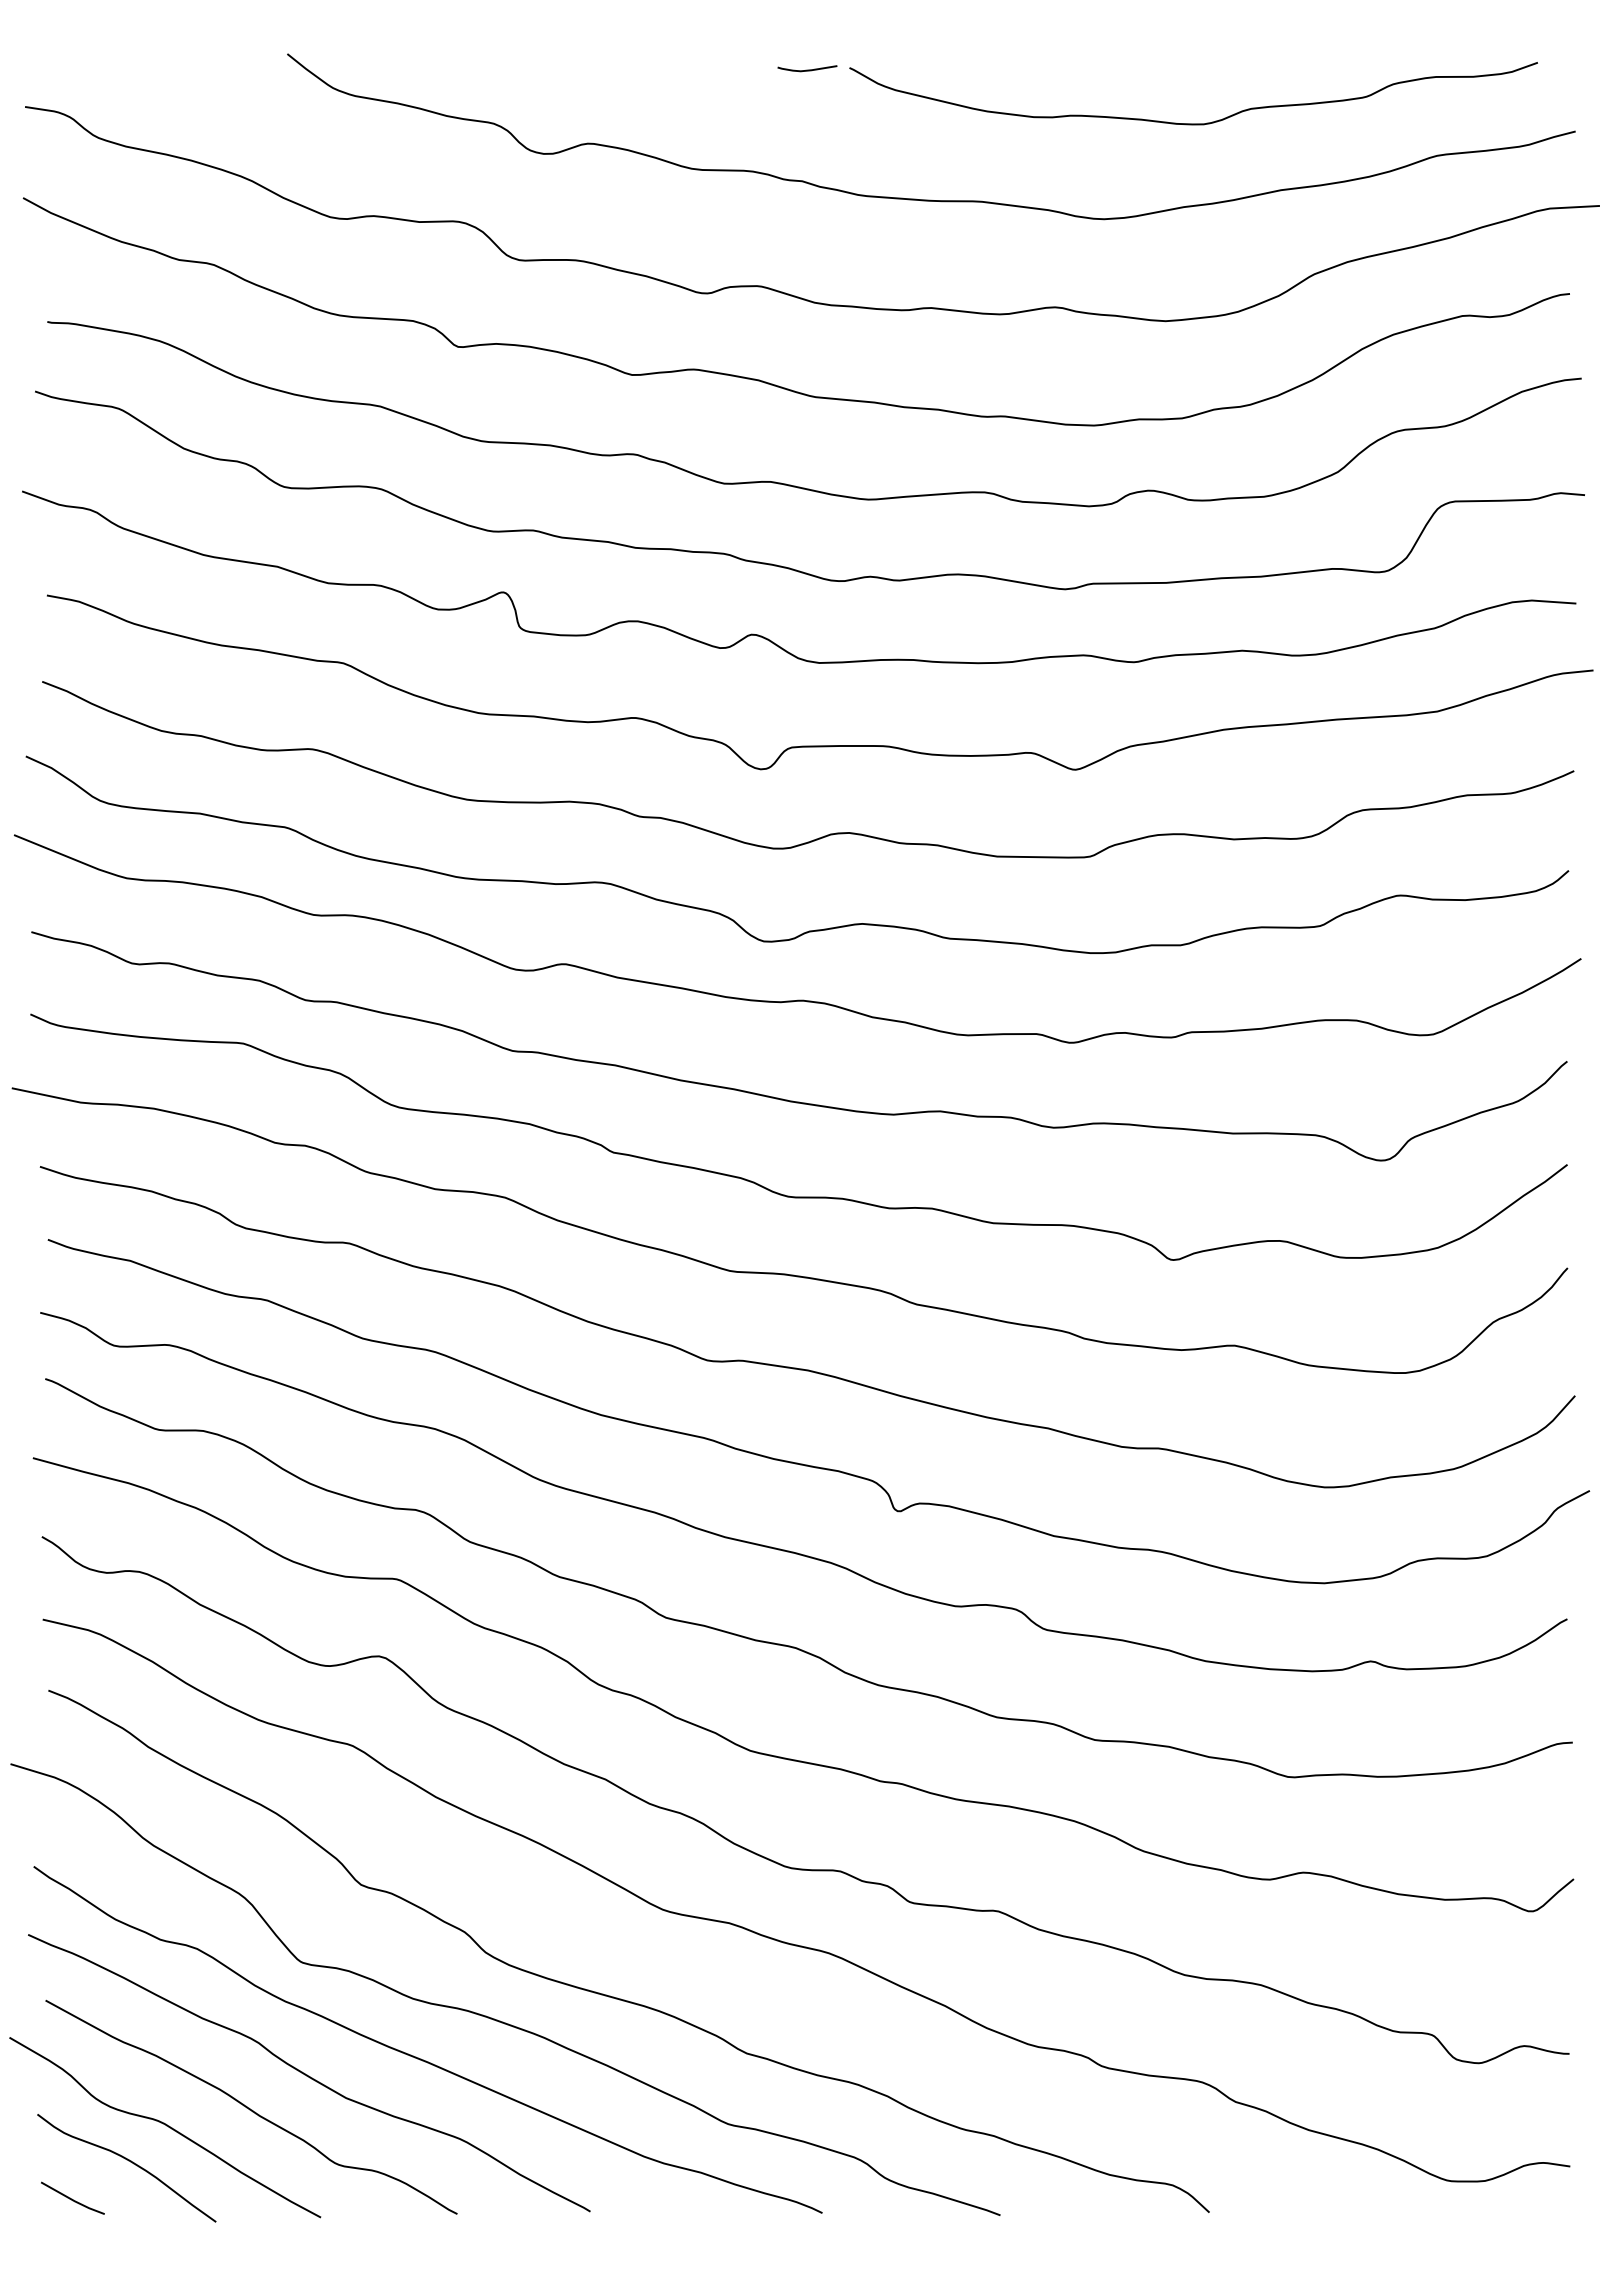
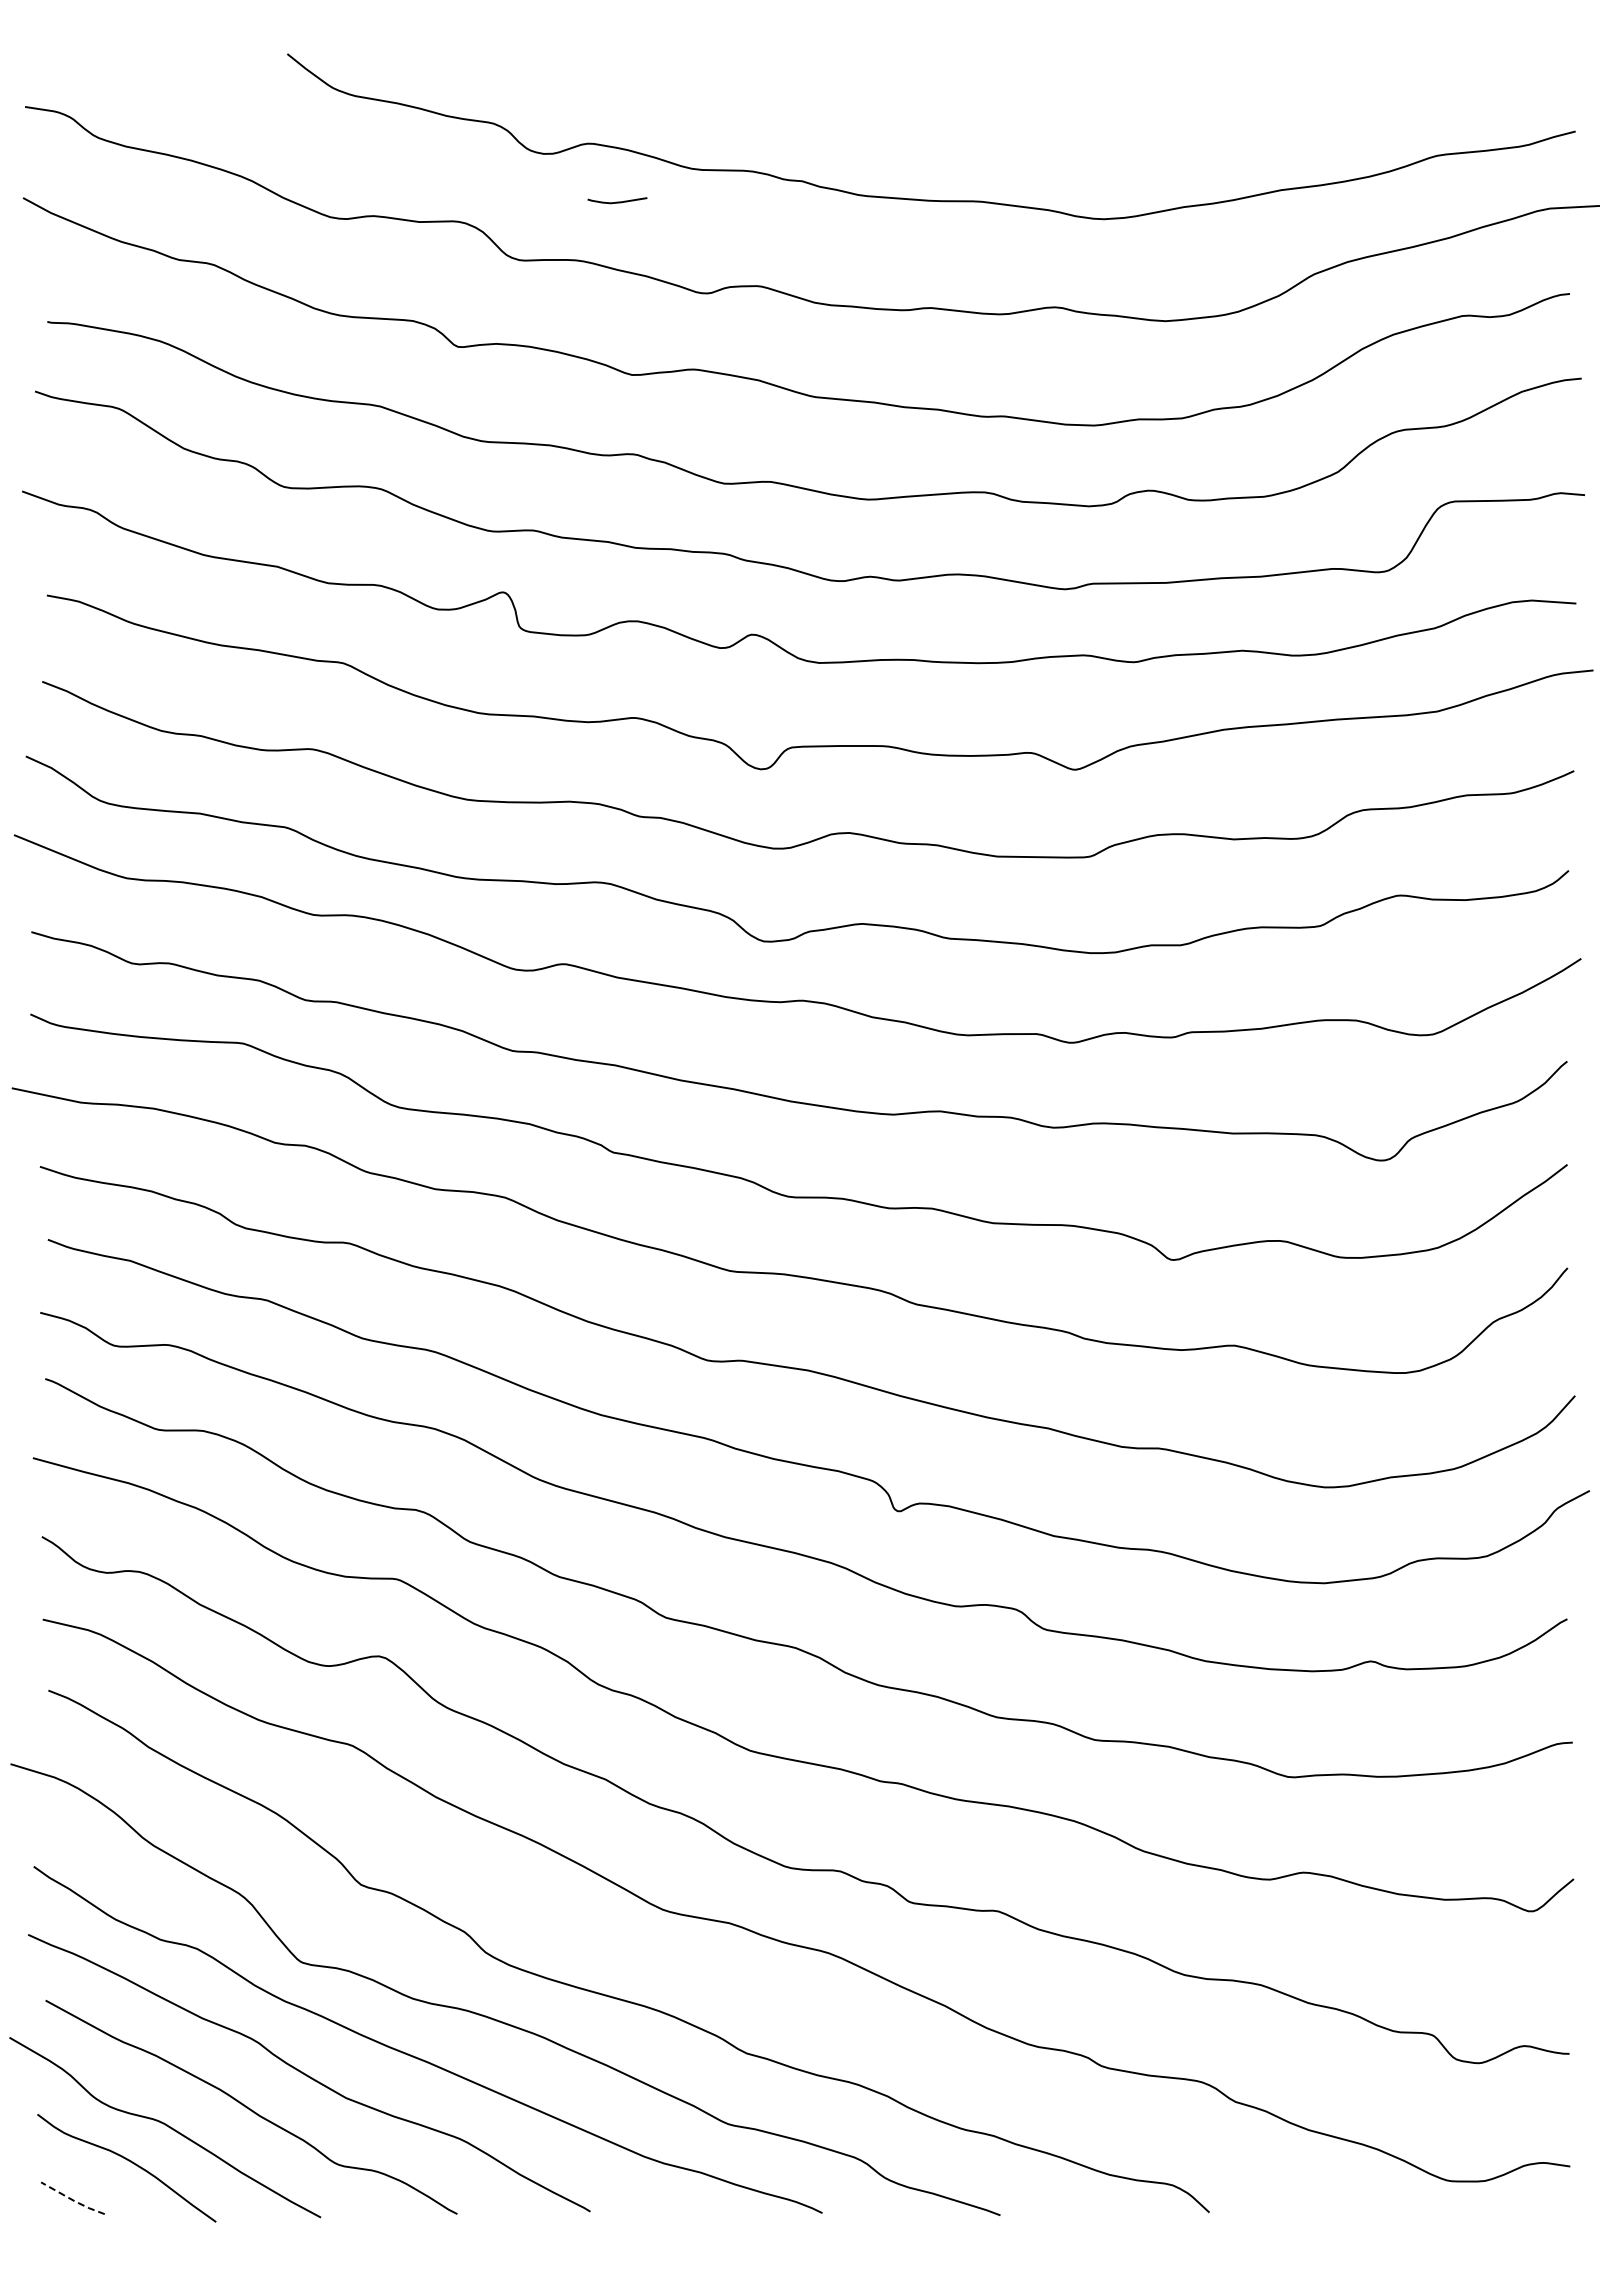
curve at (807, 69) position: (807, 69) -> (617, 201)
curve at (1193, 123): present -> none
line at (72, 2200): solid -> dashed
